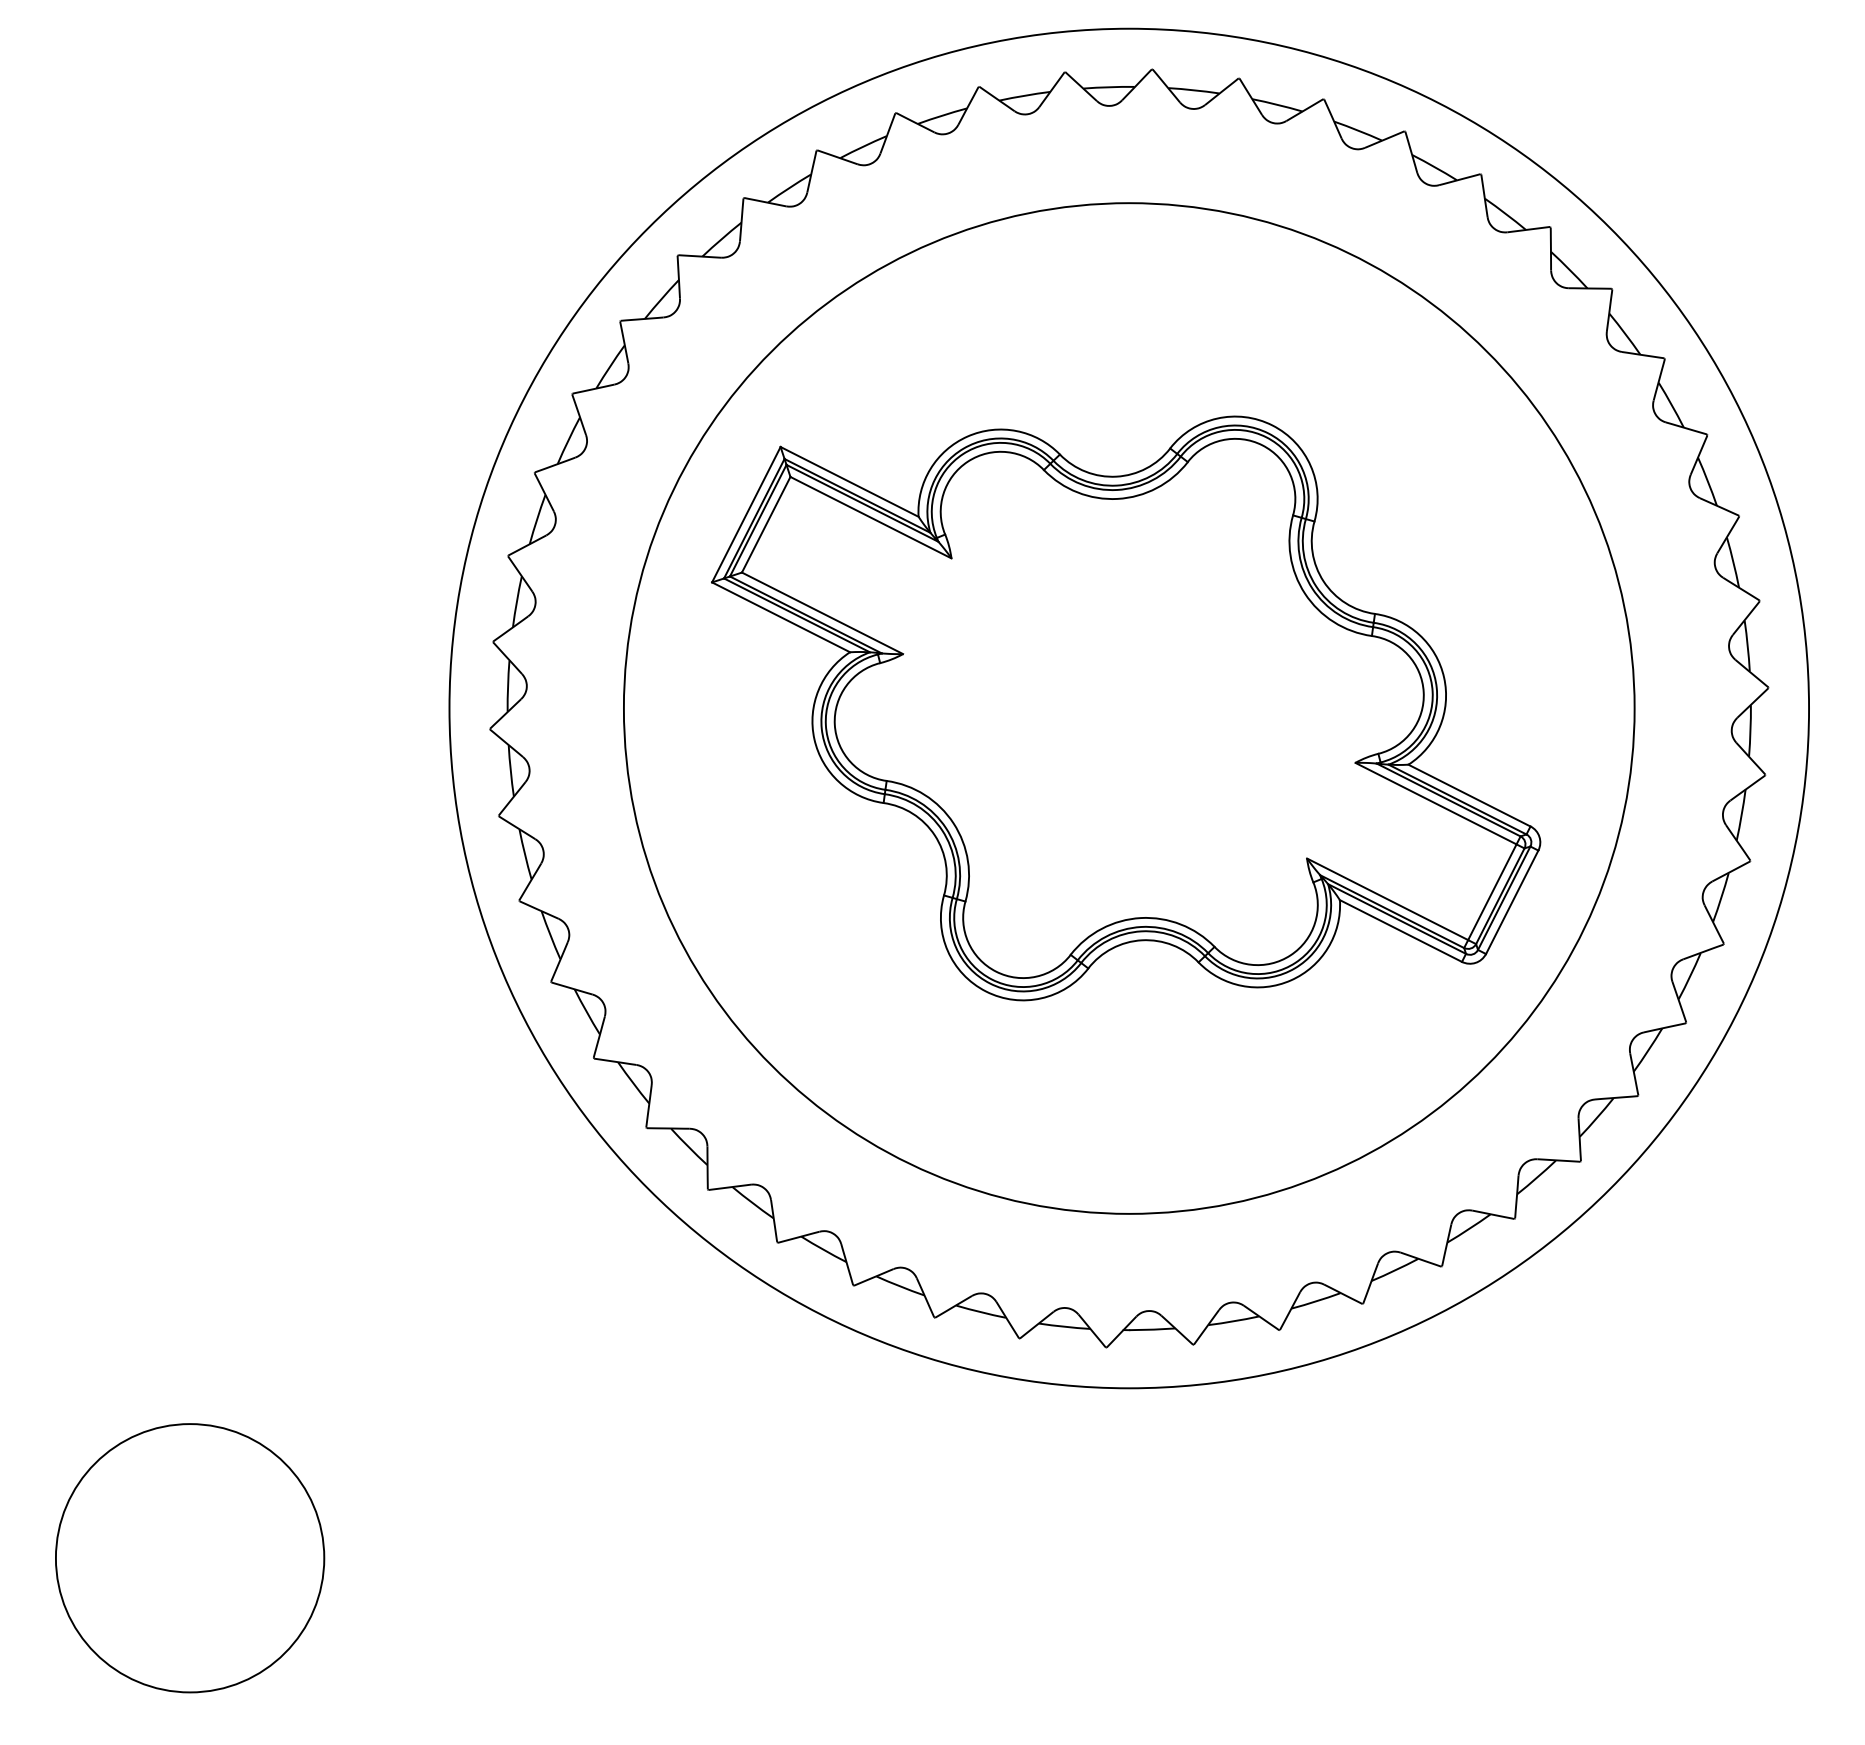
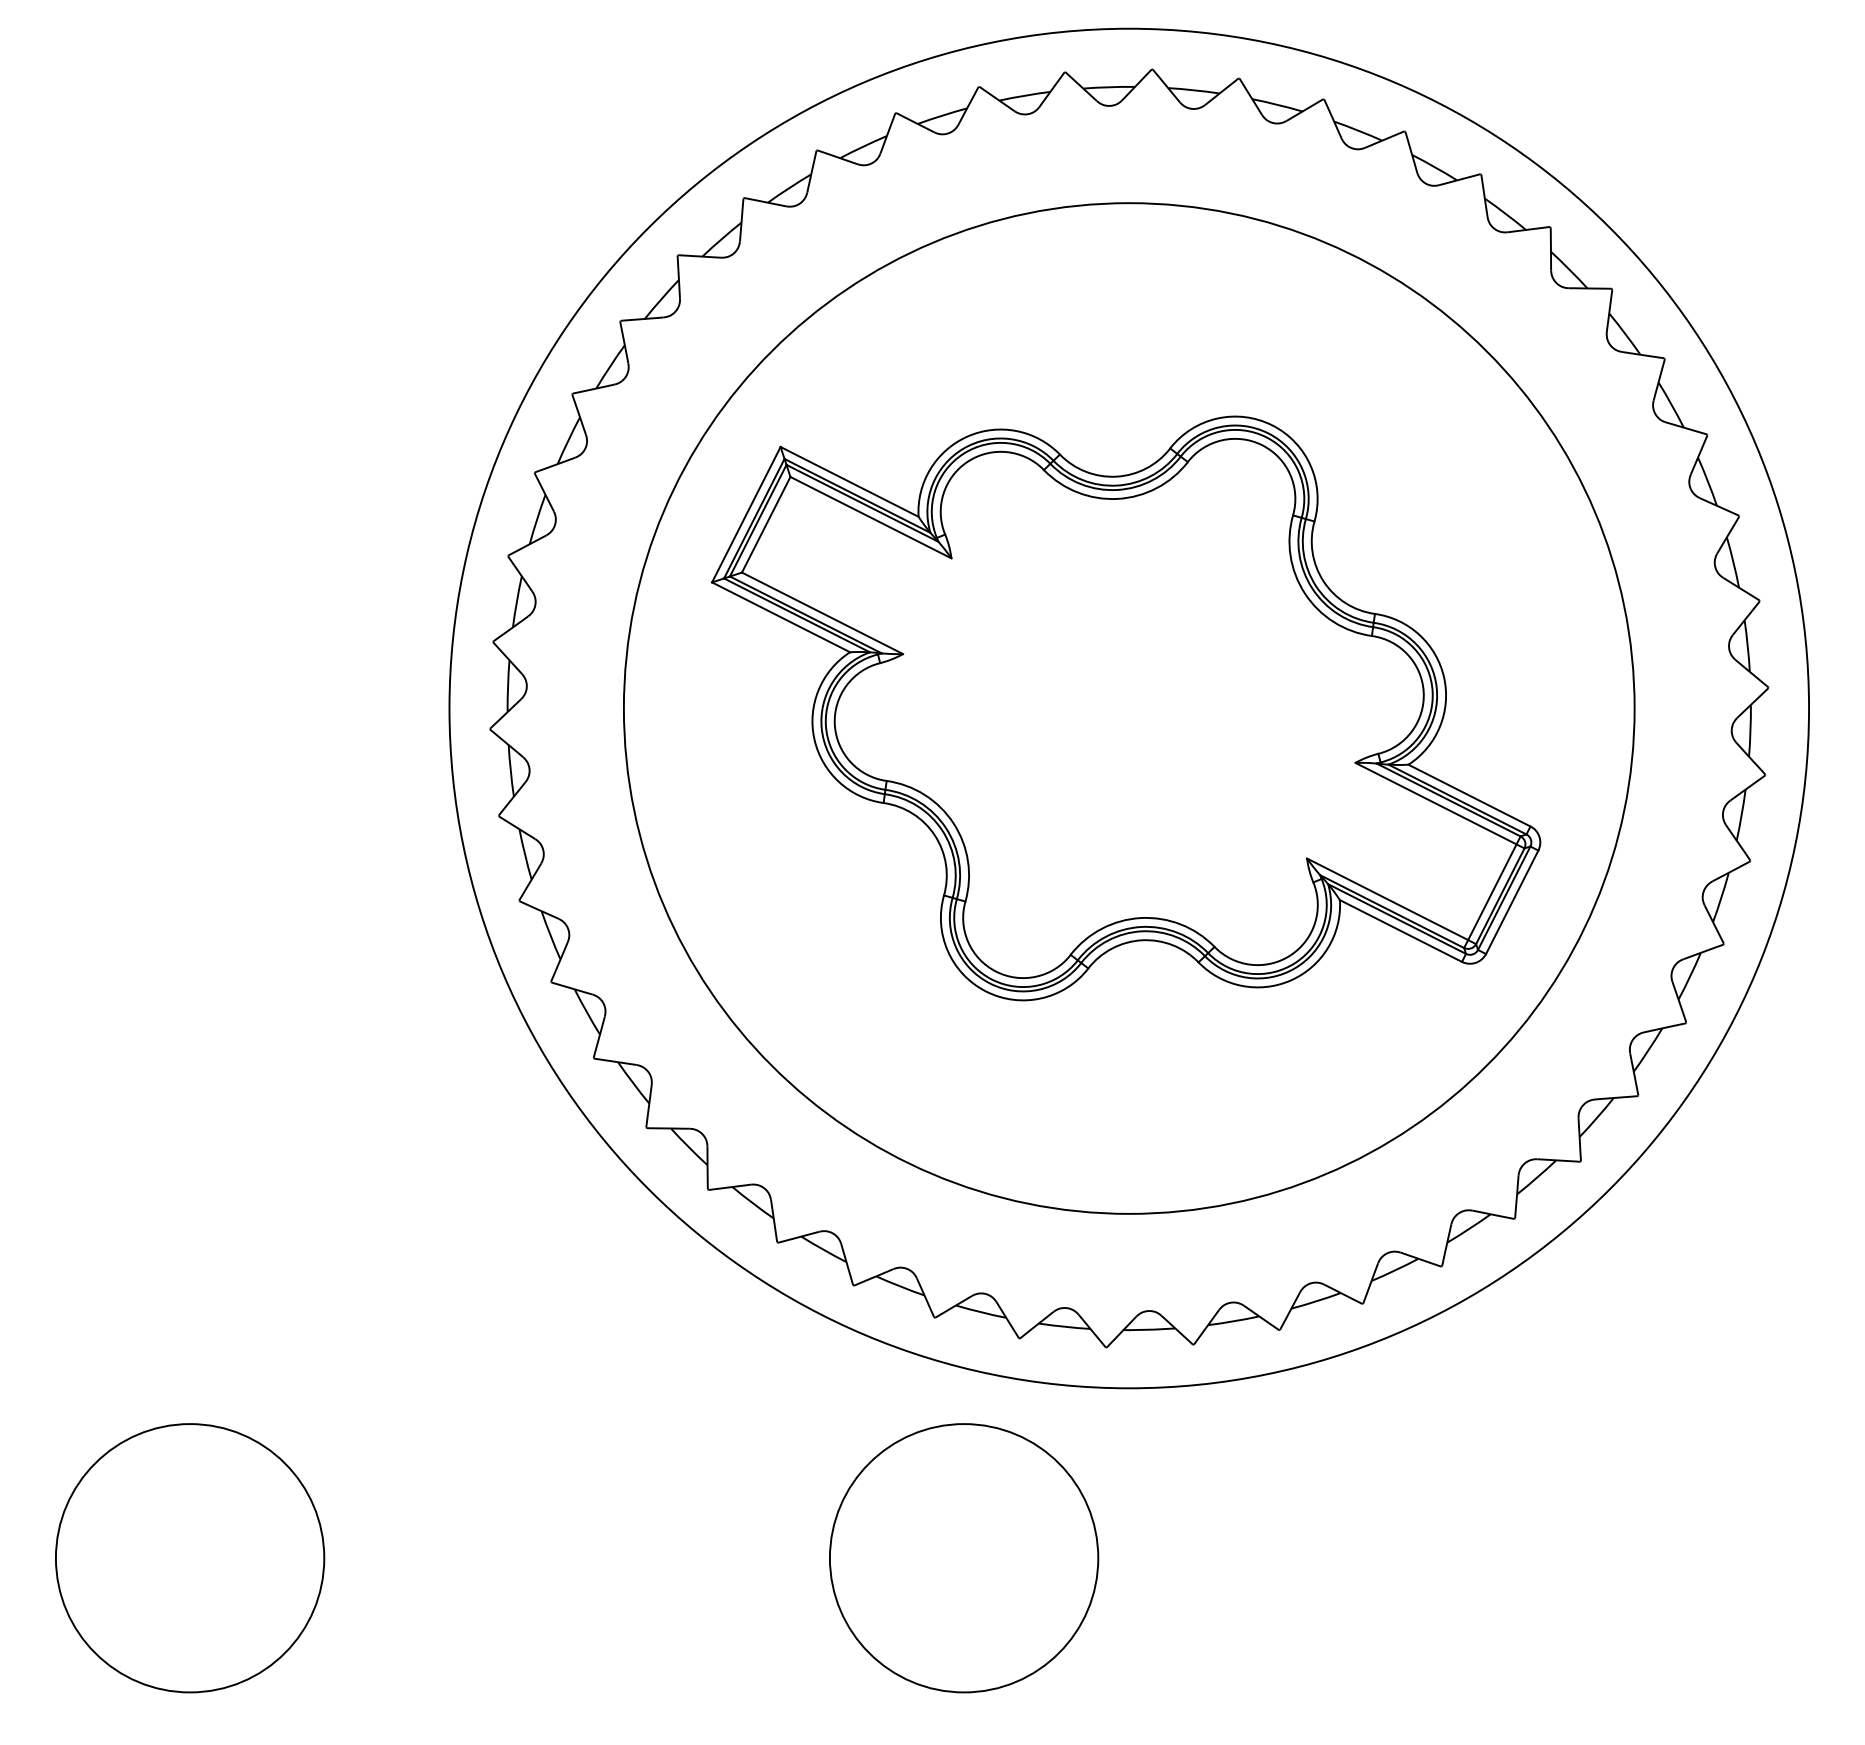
circle at (964, 1558): none -> present
